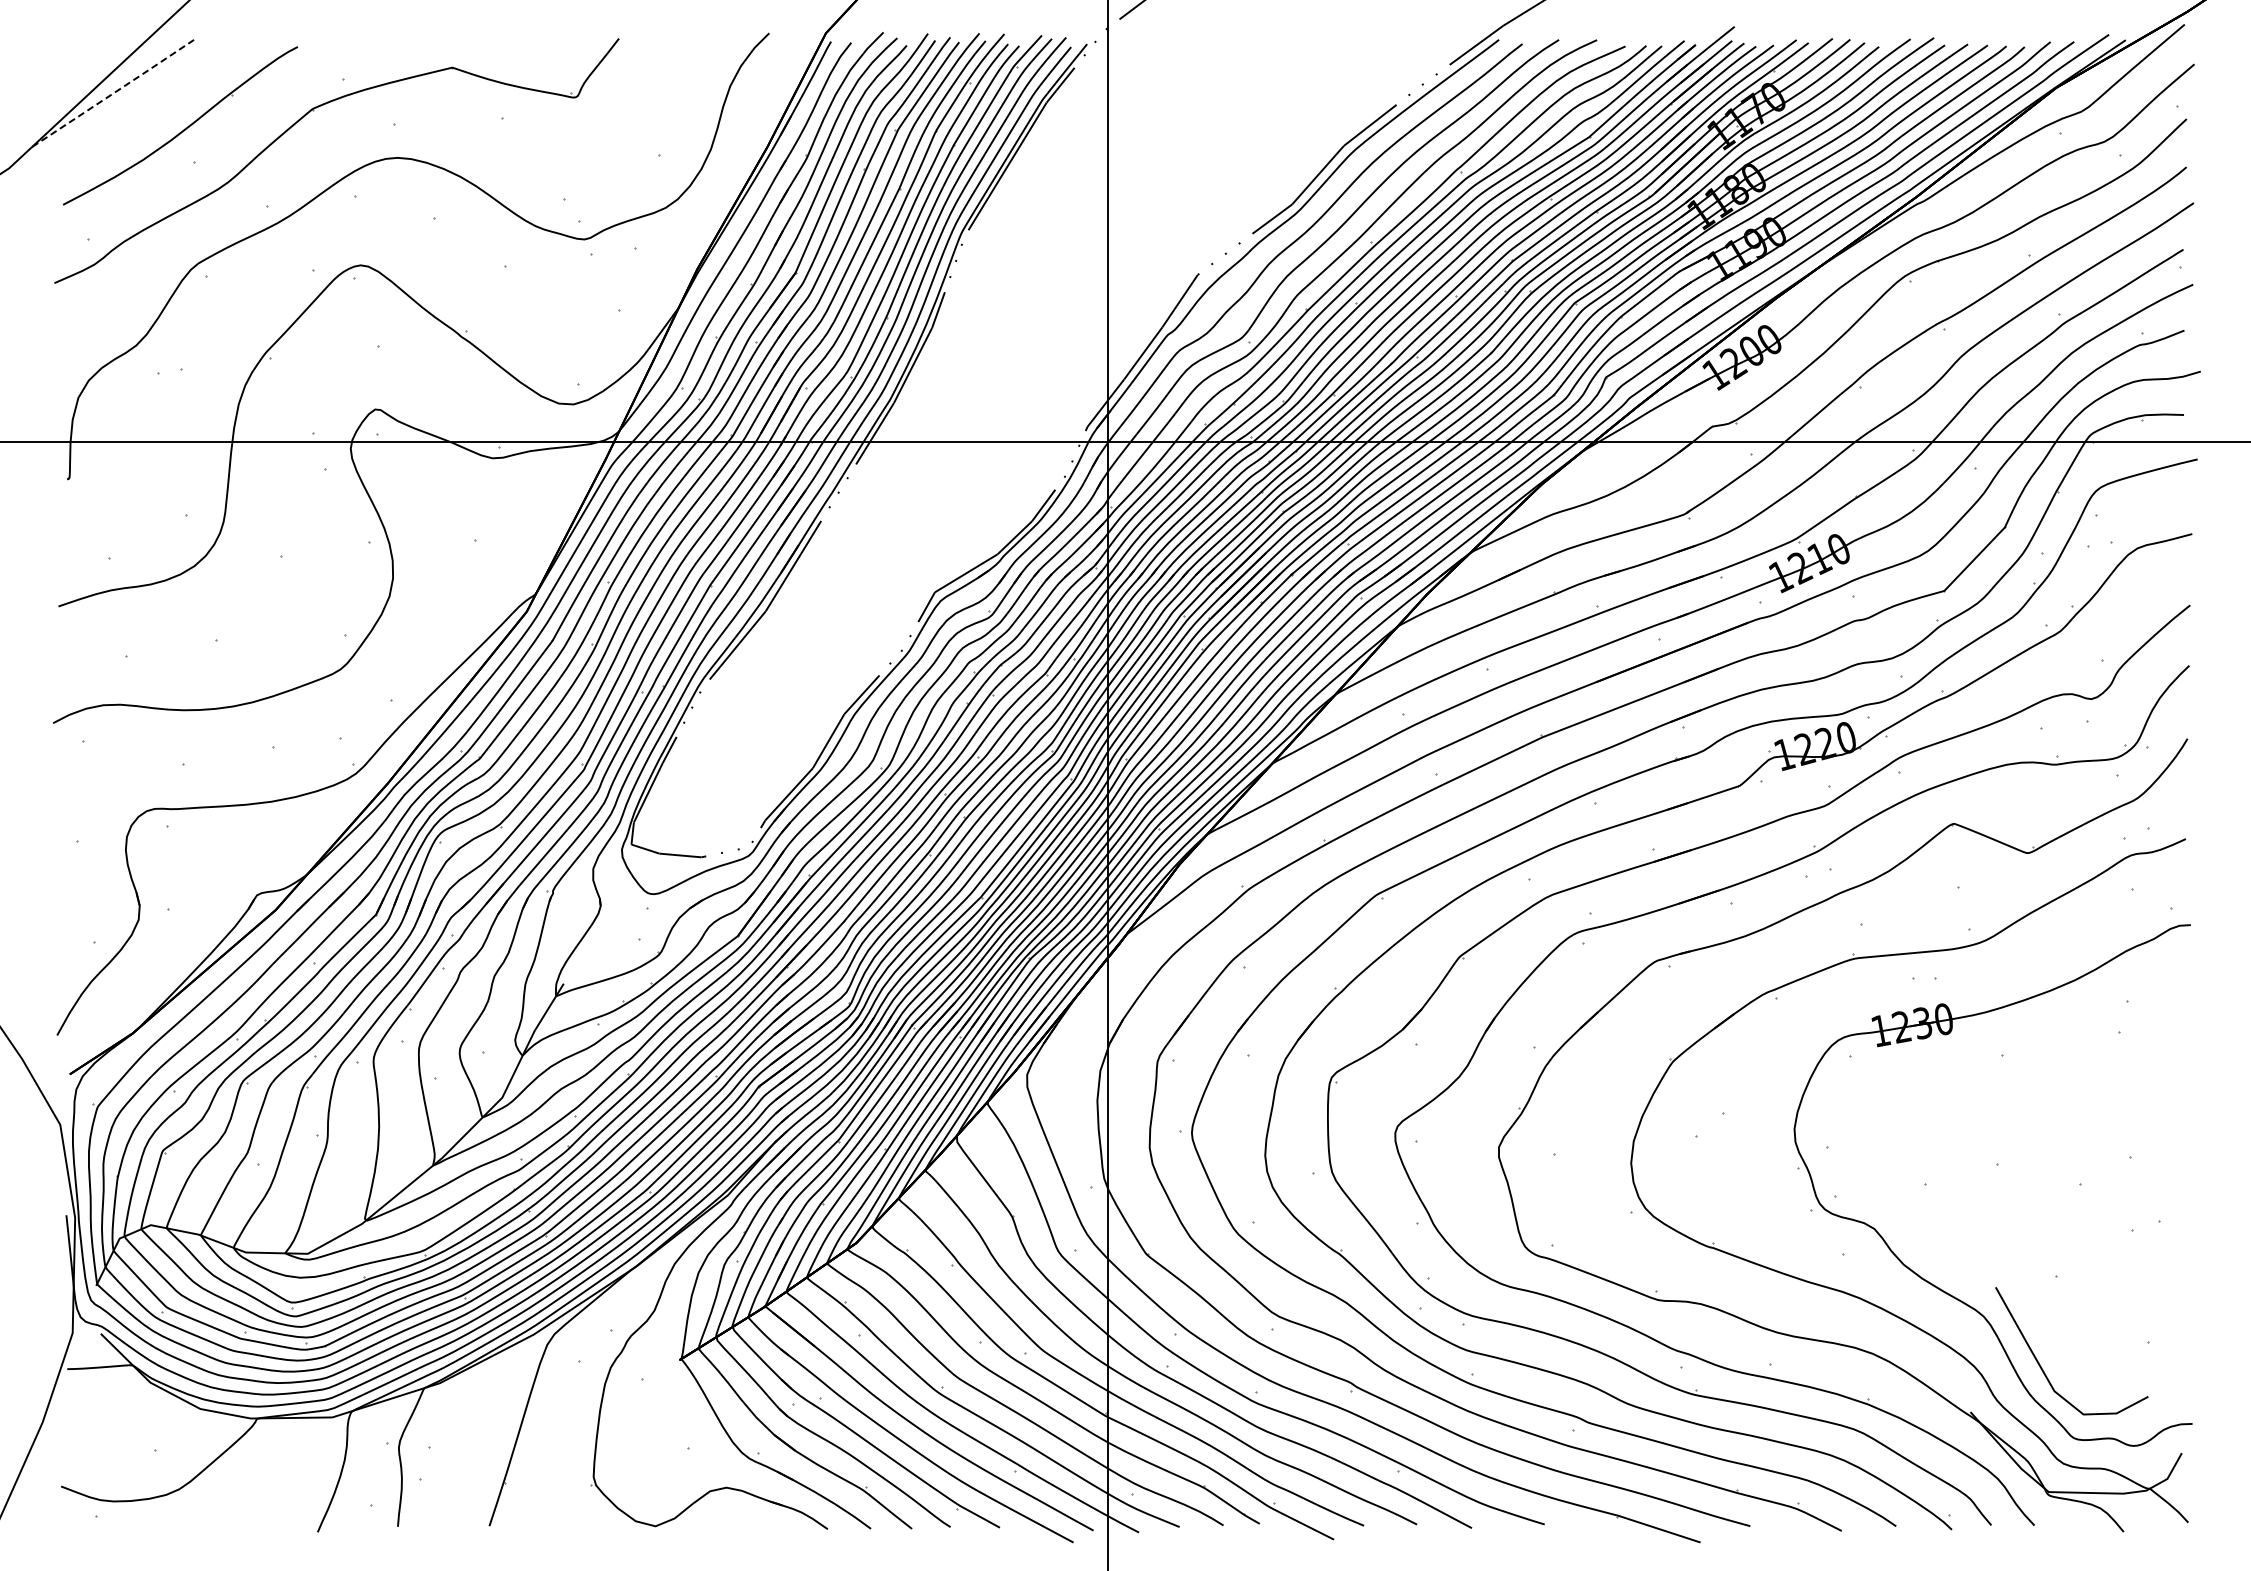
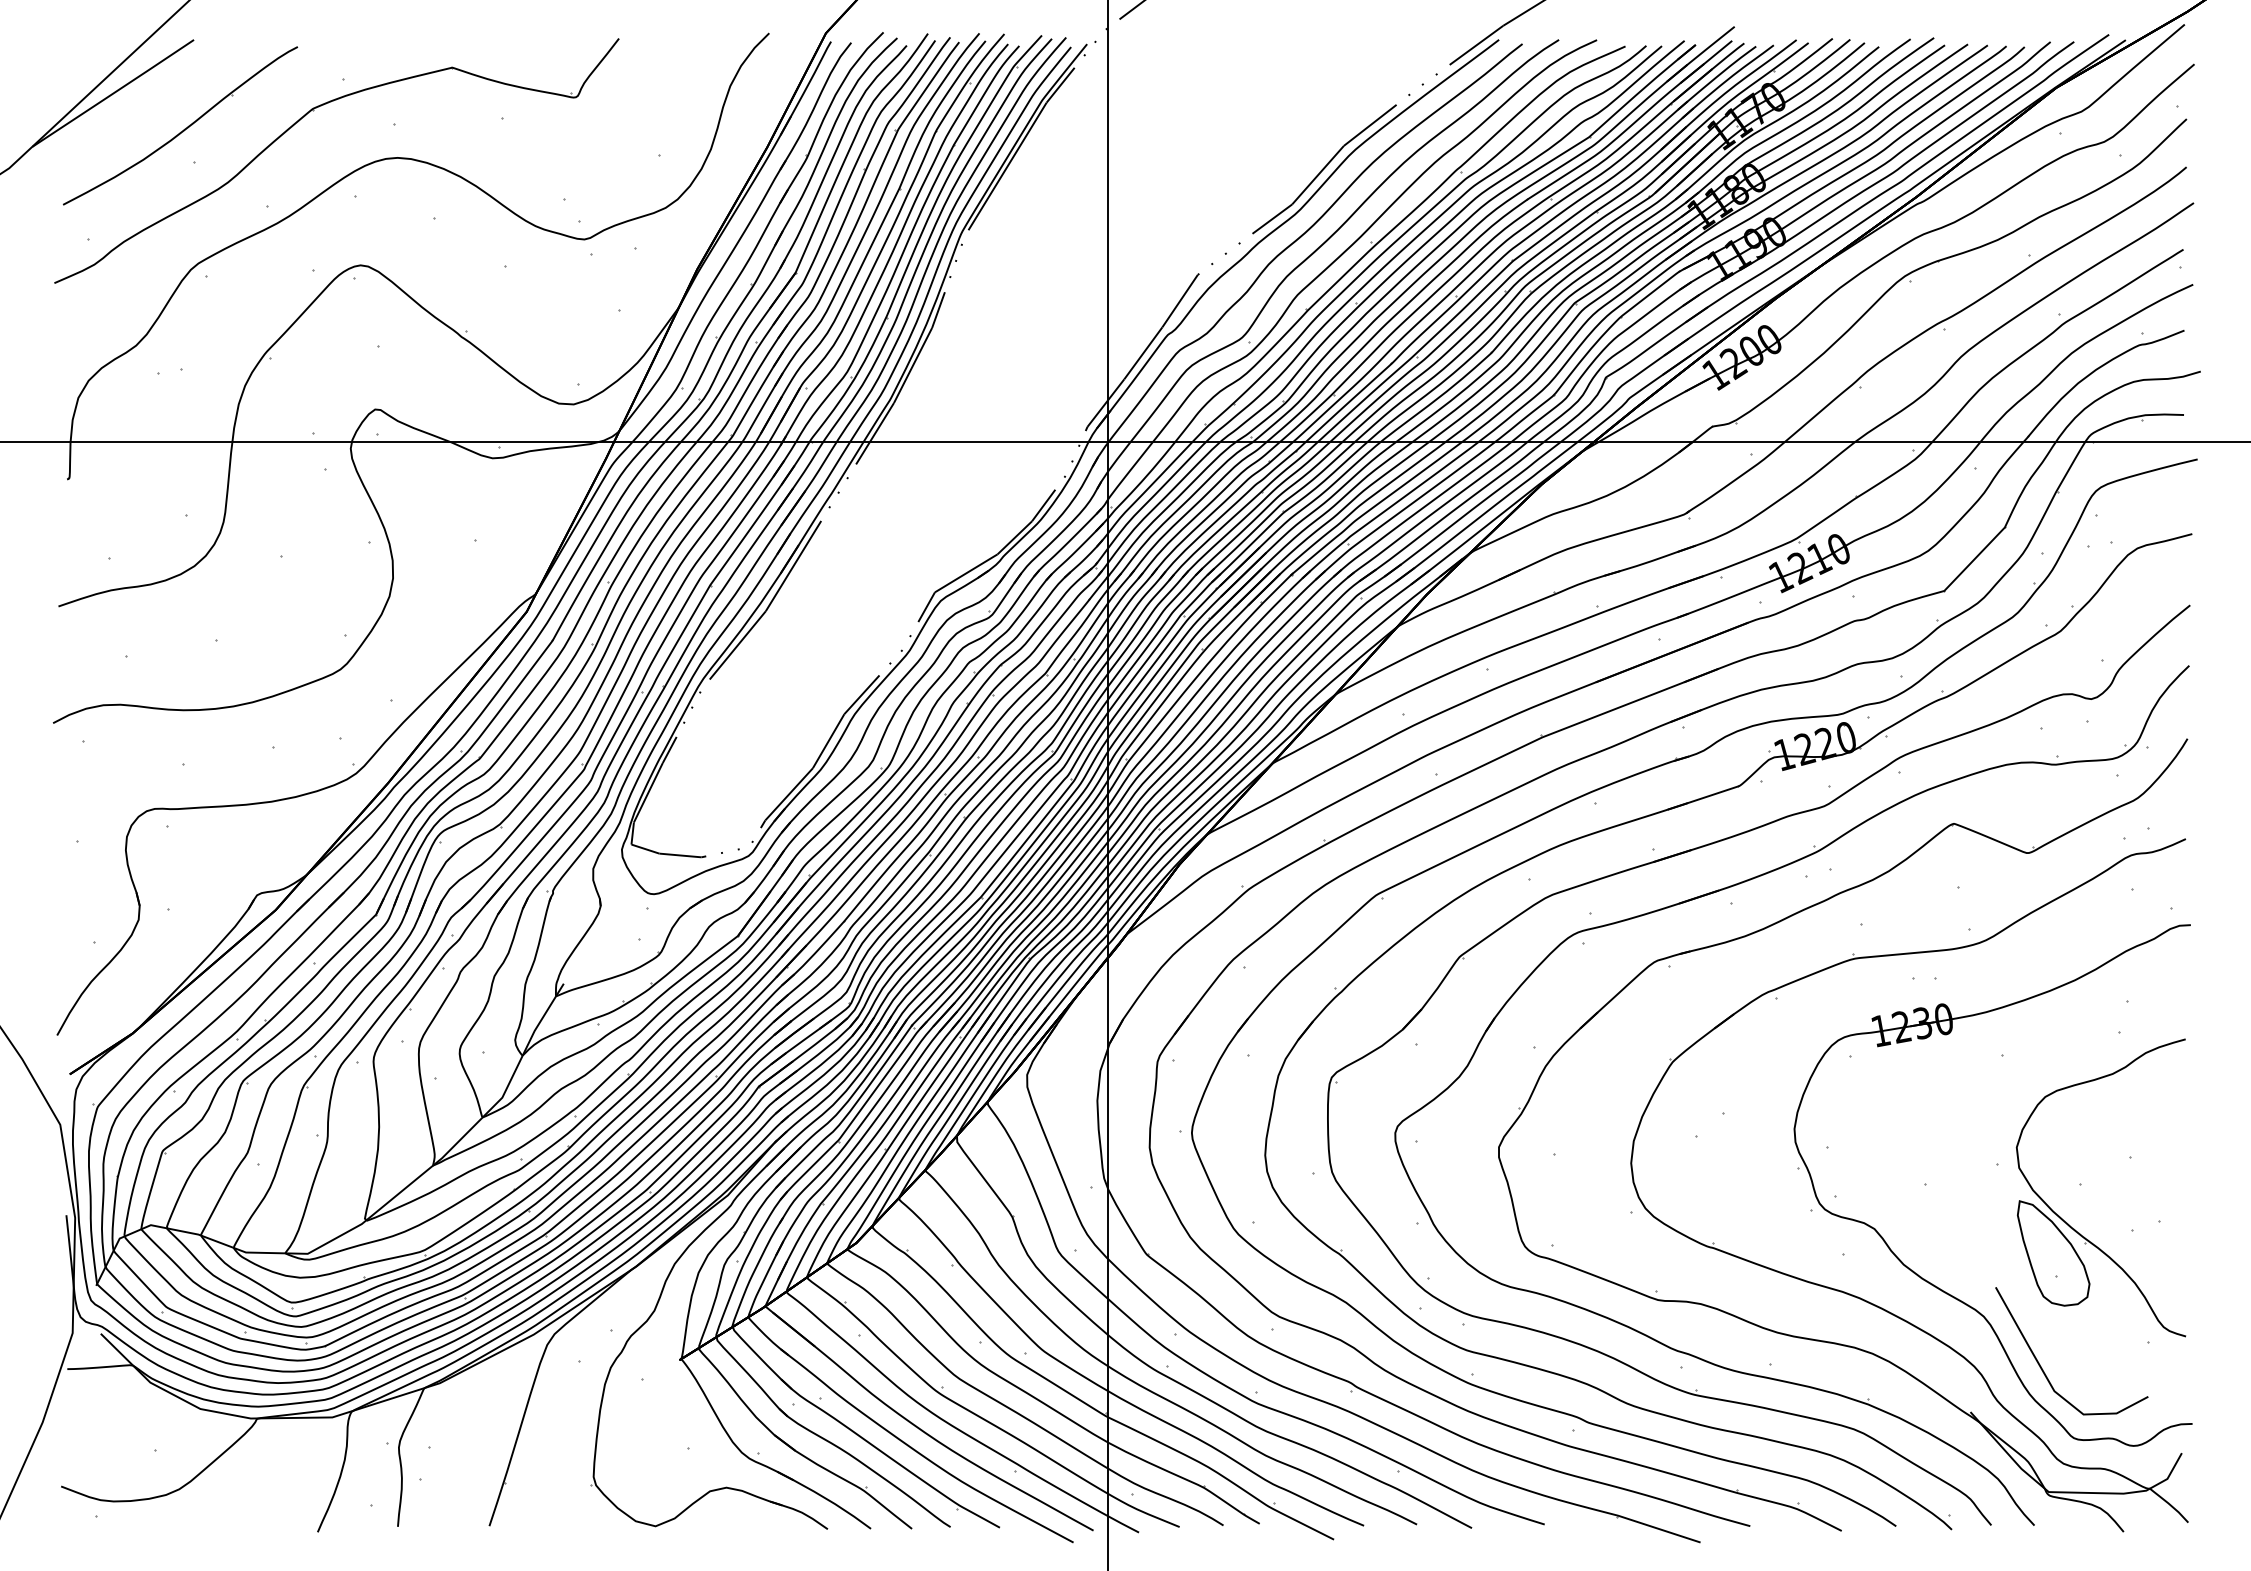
line at (113, 93): dashed -> solid
part at (2067, 1222): none -> present
